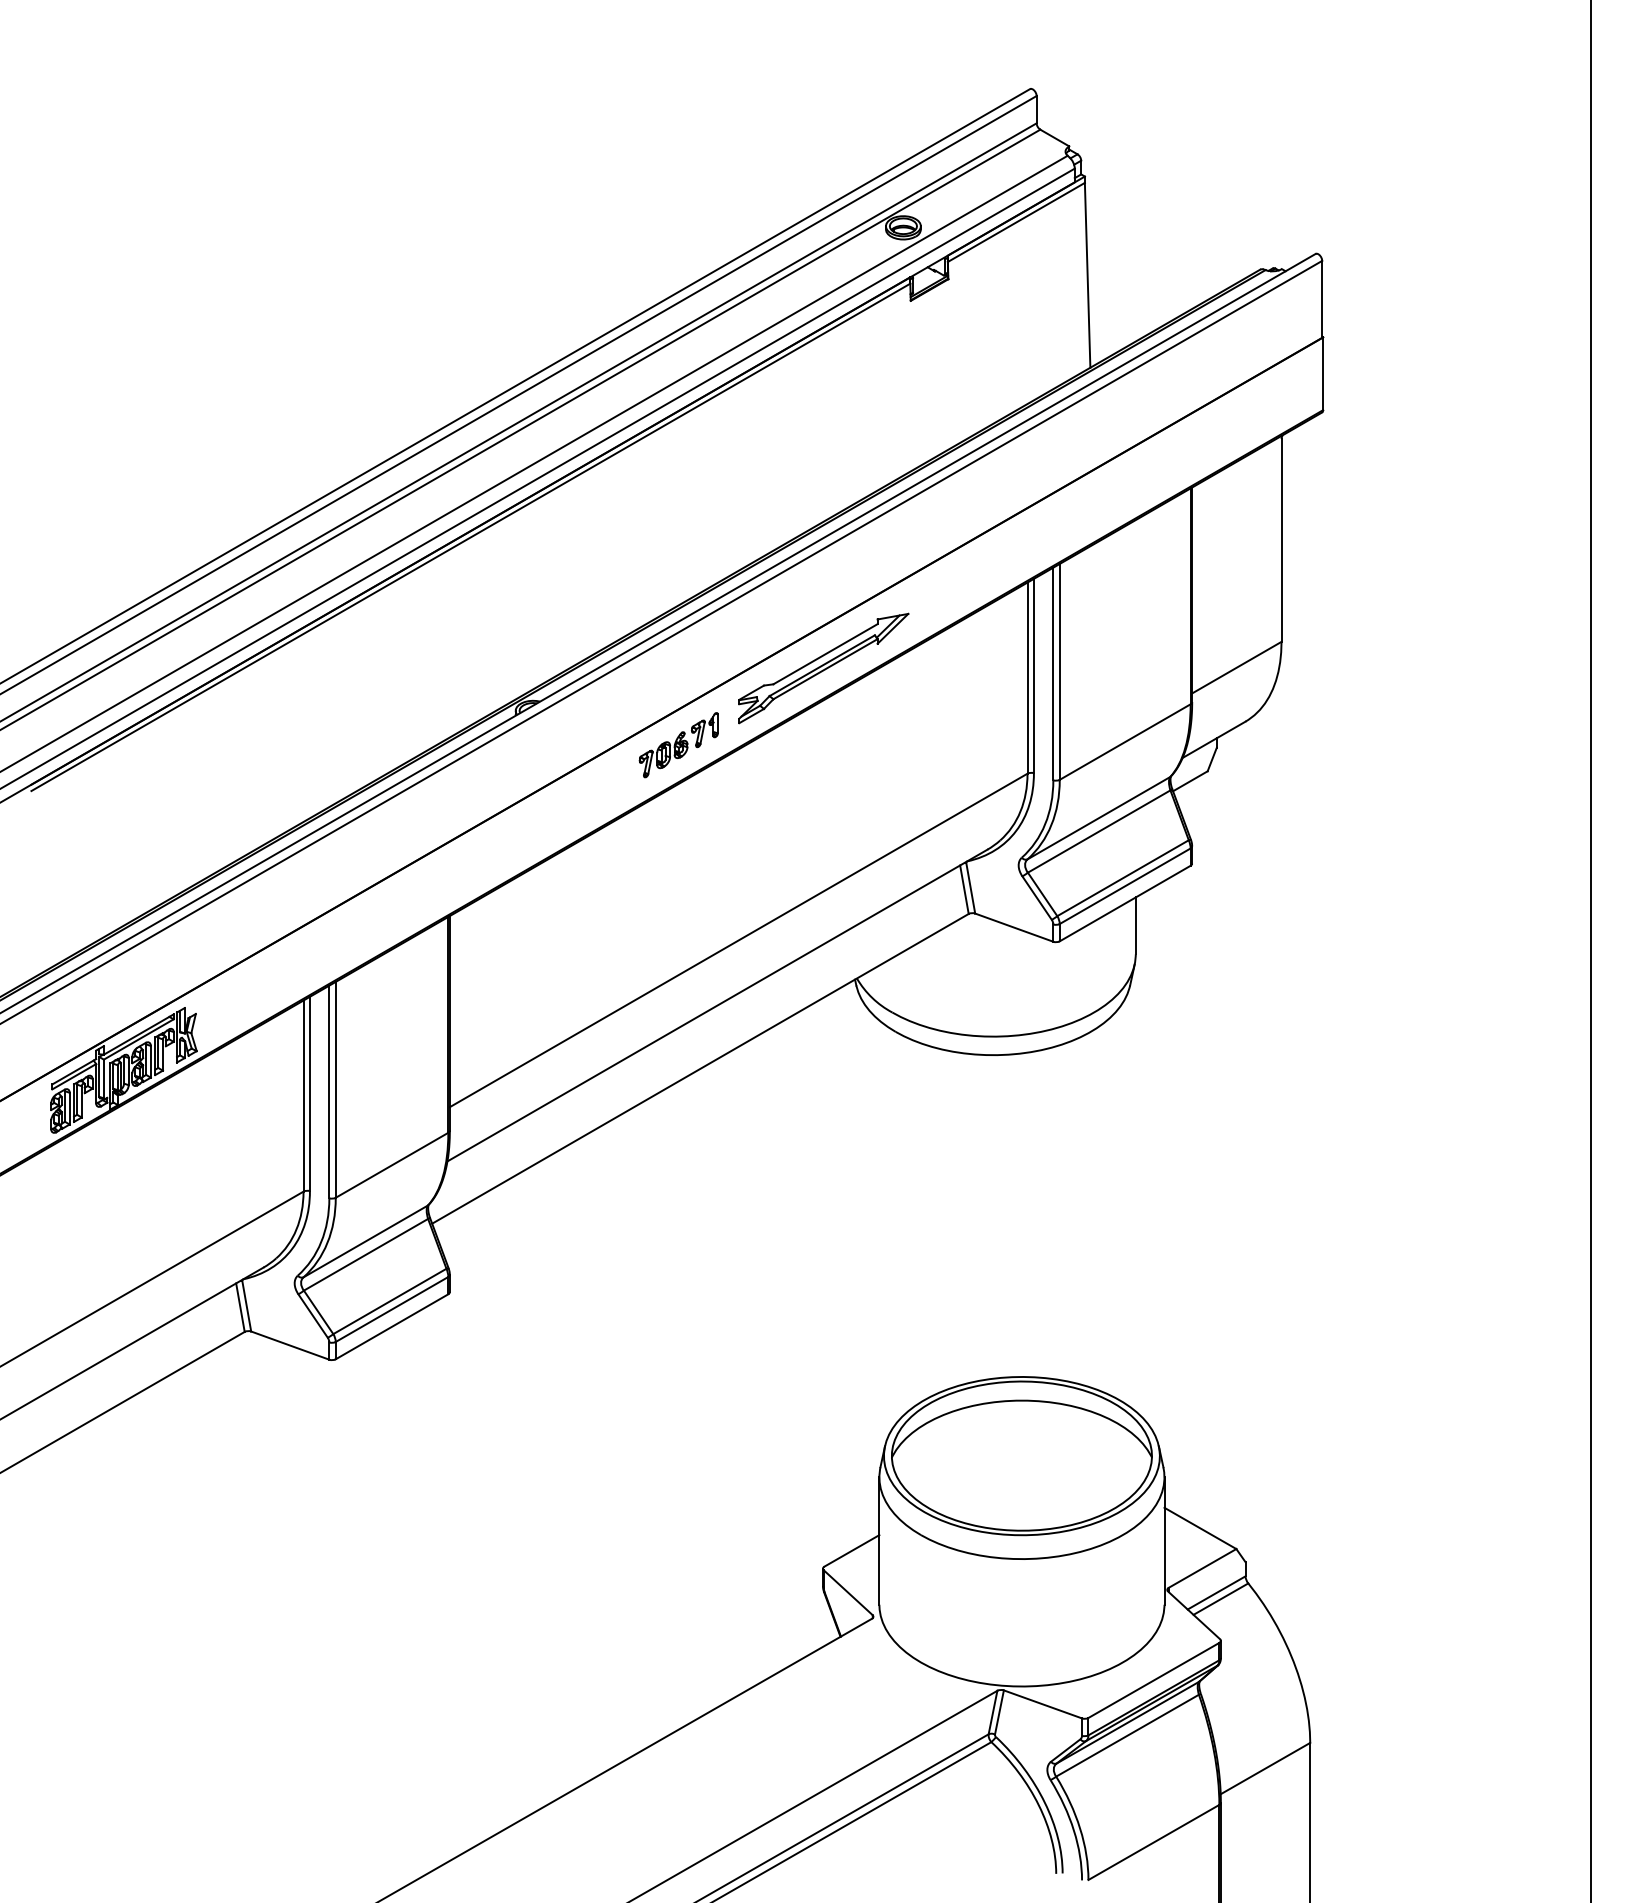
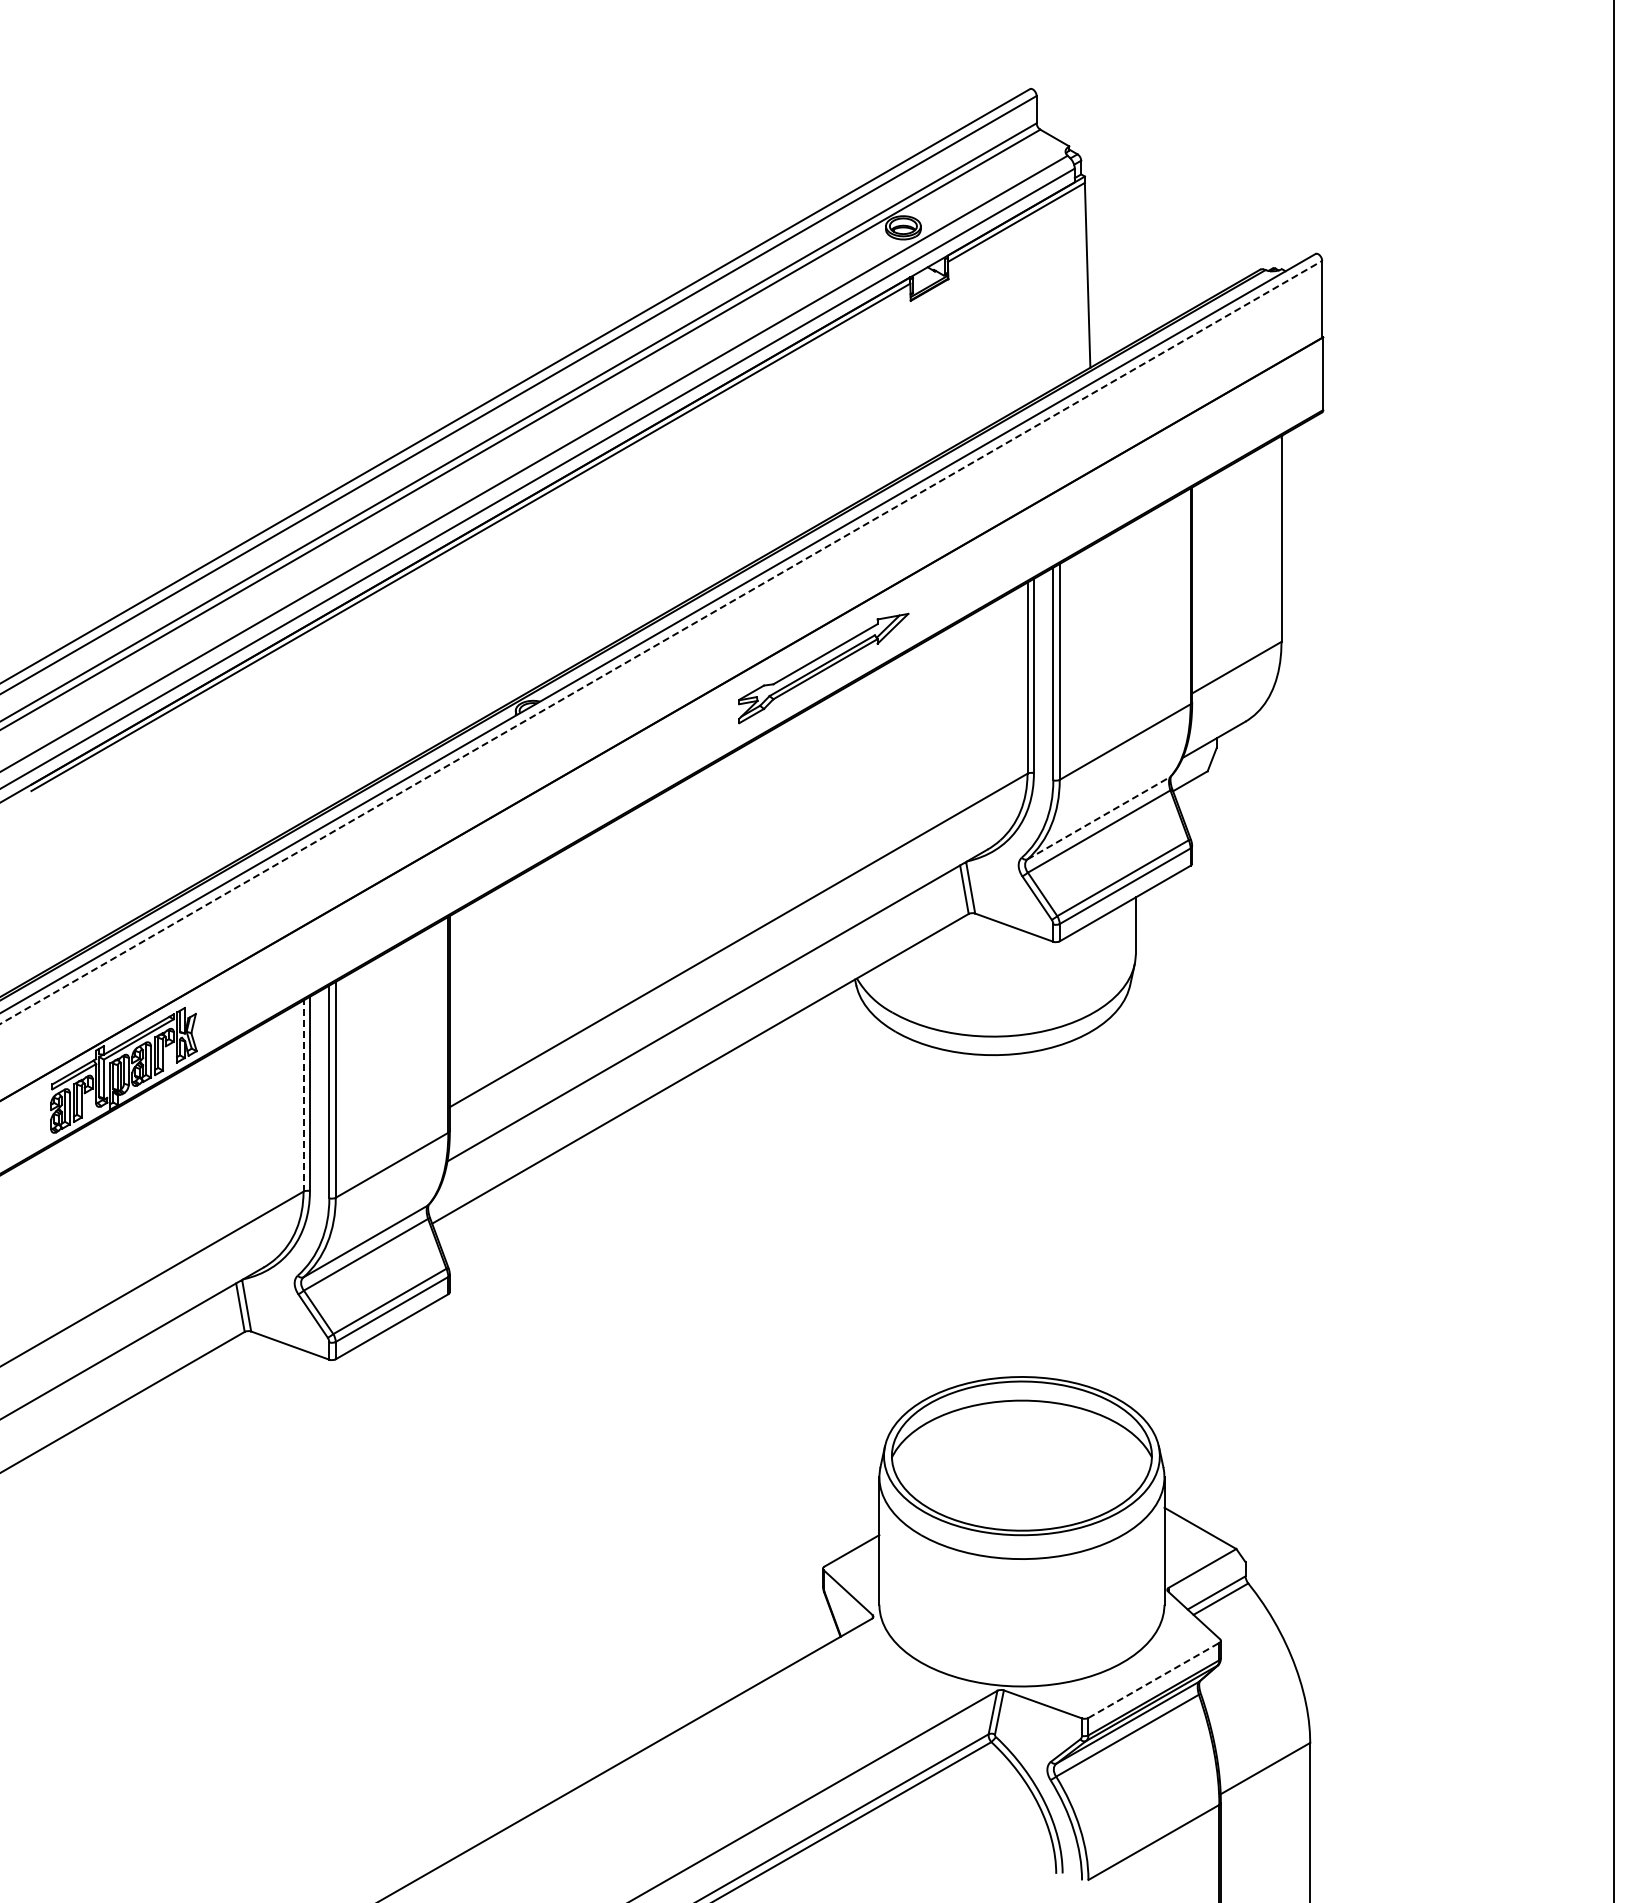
line at (661, 642): solid -> dashed
part at (678, 745): present -> none
line at (1099, 817): solid -> dashed
line at (1590, 950) position: (1590, 950) -> (1613, 950)
line at (303, 1096): solid -> dashed
line at (1154, 1680): solid -> dashed
